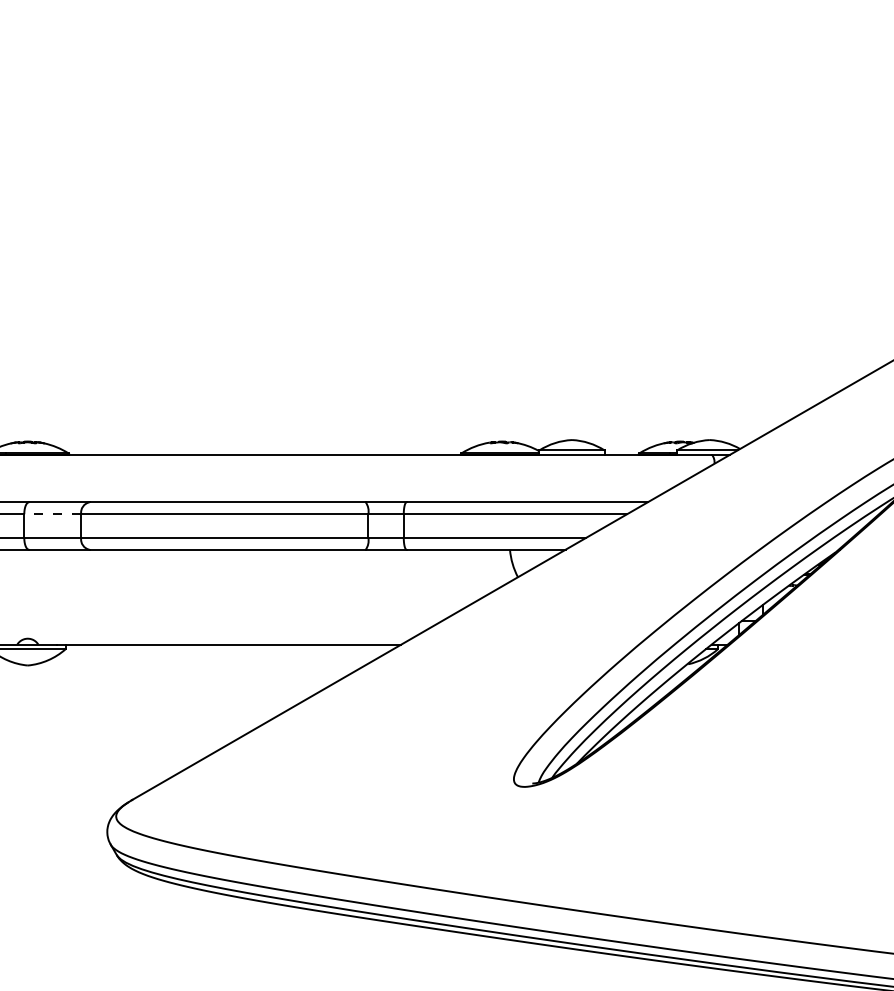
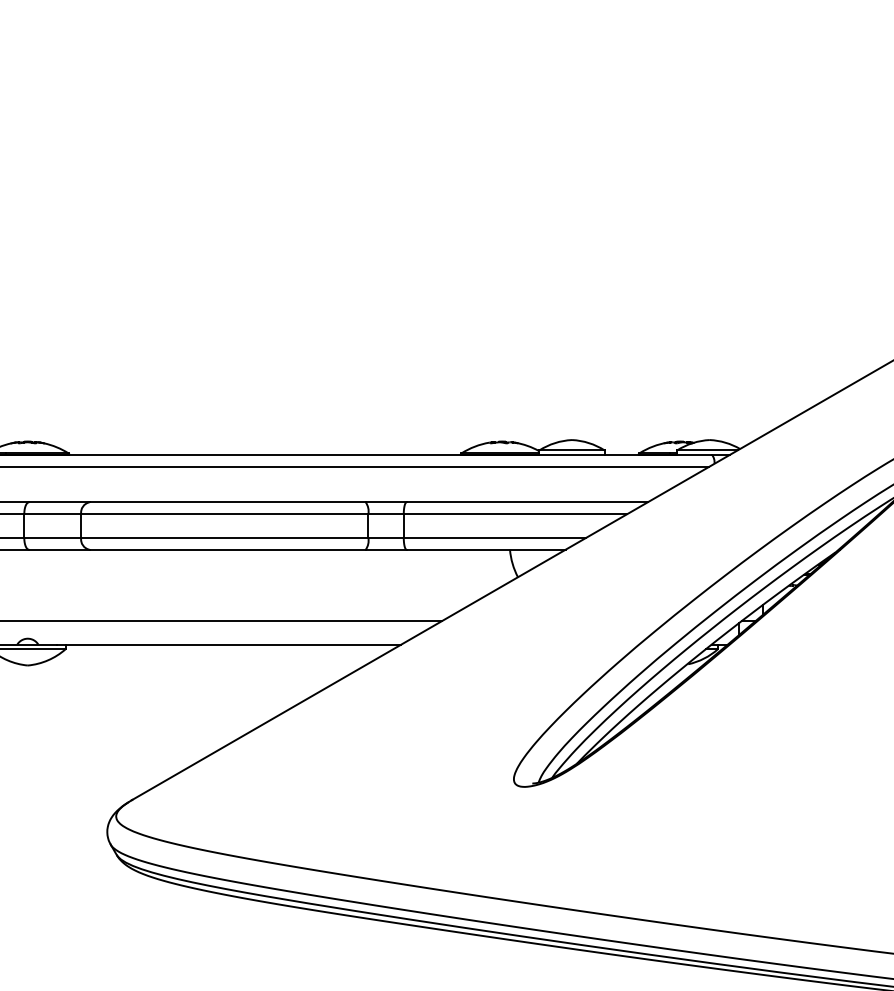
line at (355, 466): none -> present
line at (52, 514): dashed -> solid
line at (222, 620): none -> present
